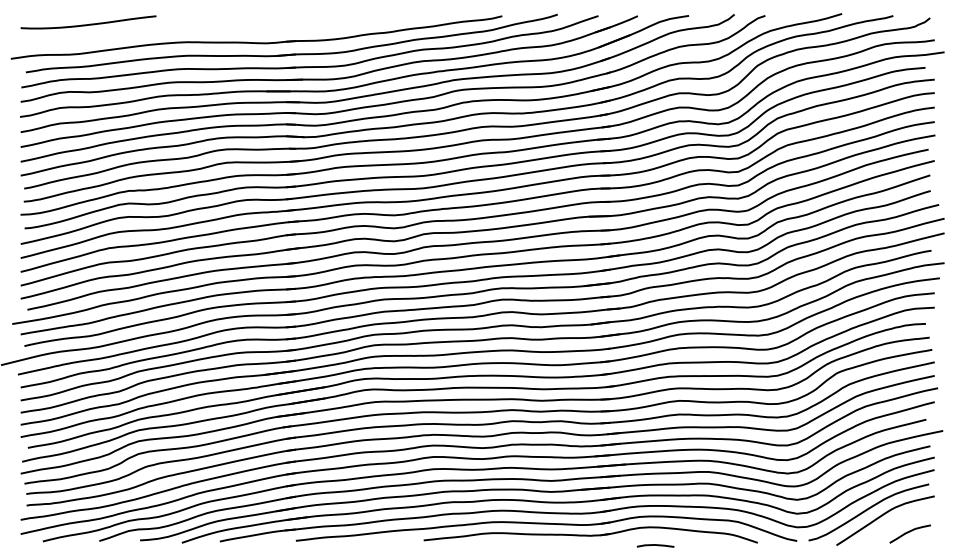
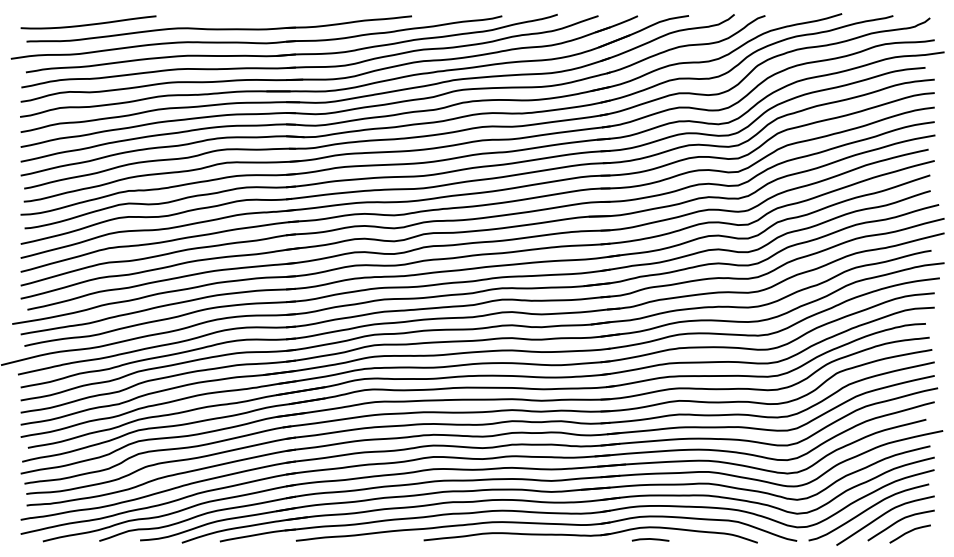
part at (218, 28): none -> present
curve at (898, 522): none -> present
line at (655, 545) position: (655, 545) -> (650, 539)
